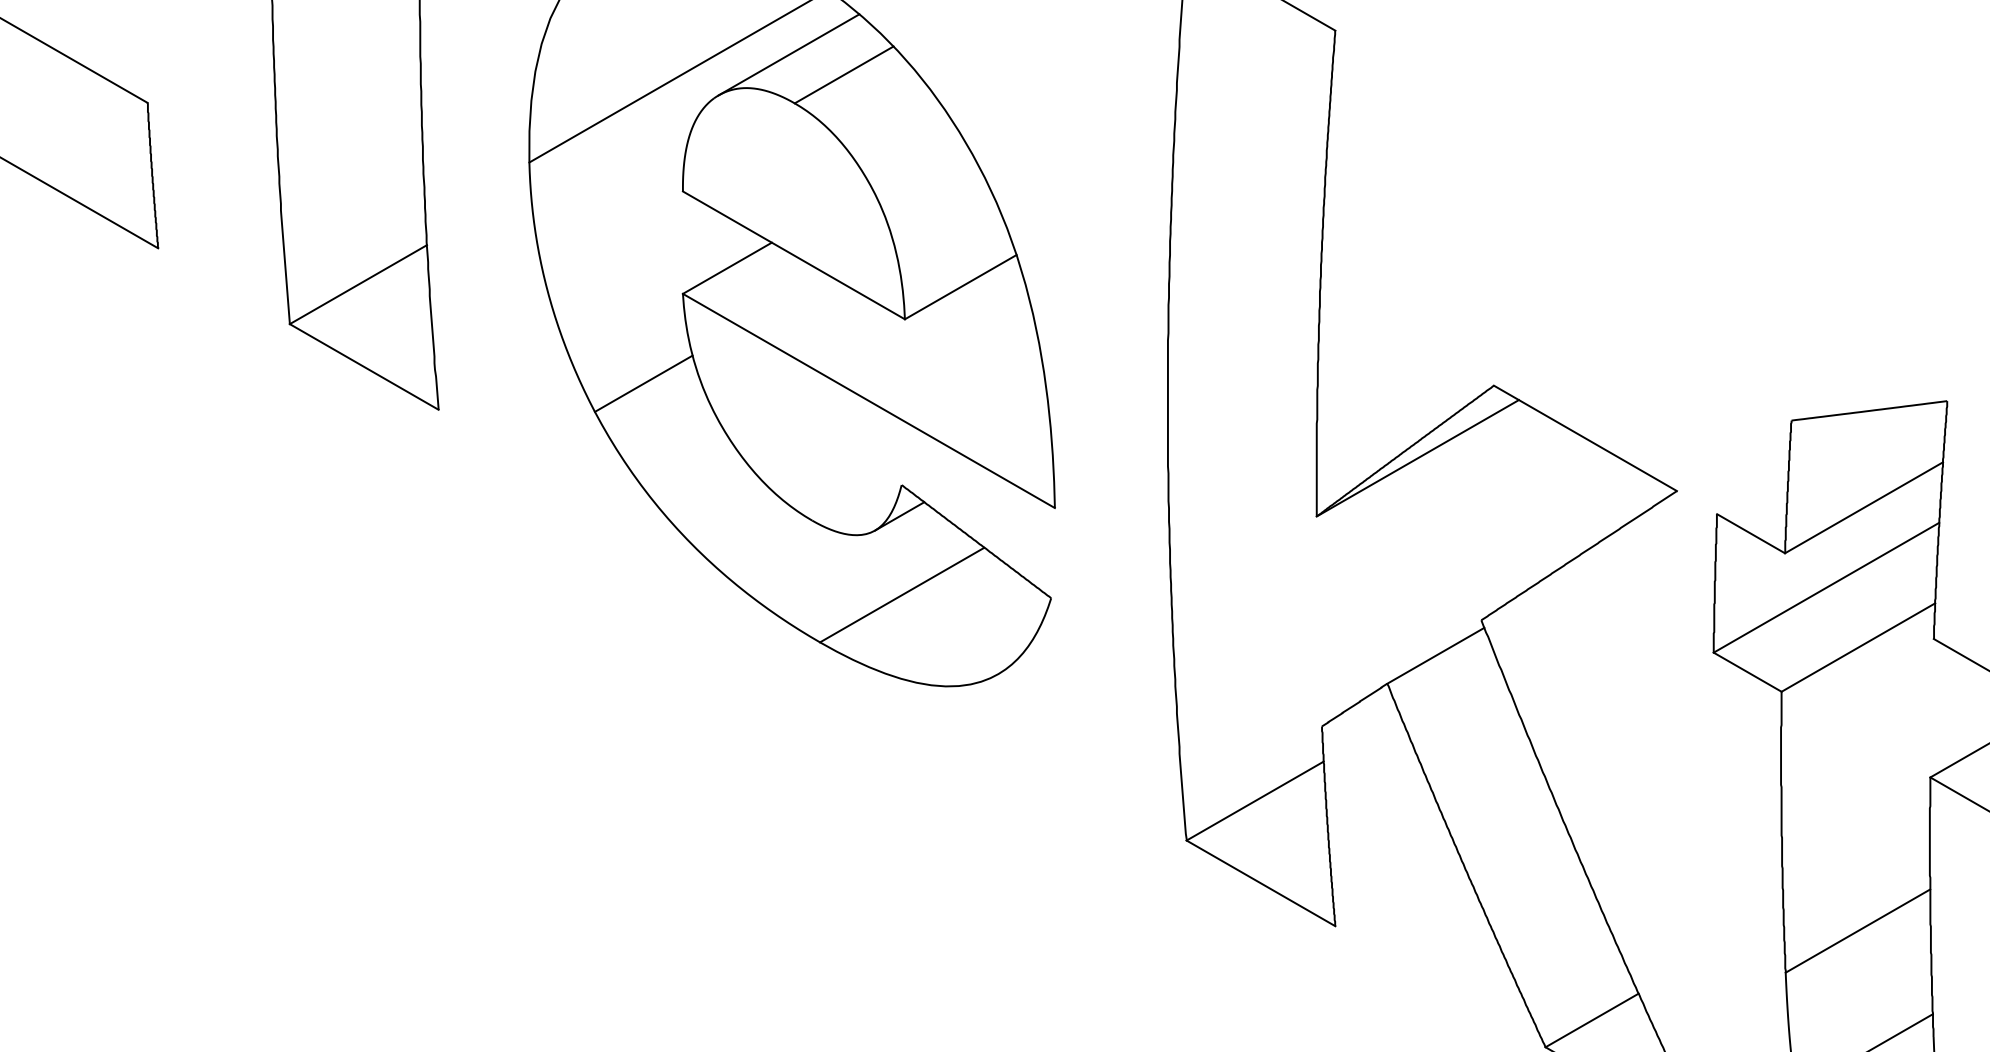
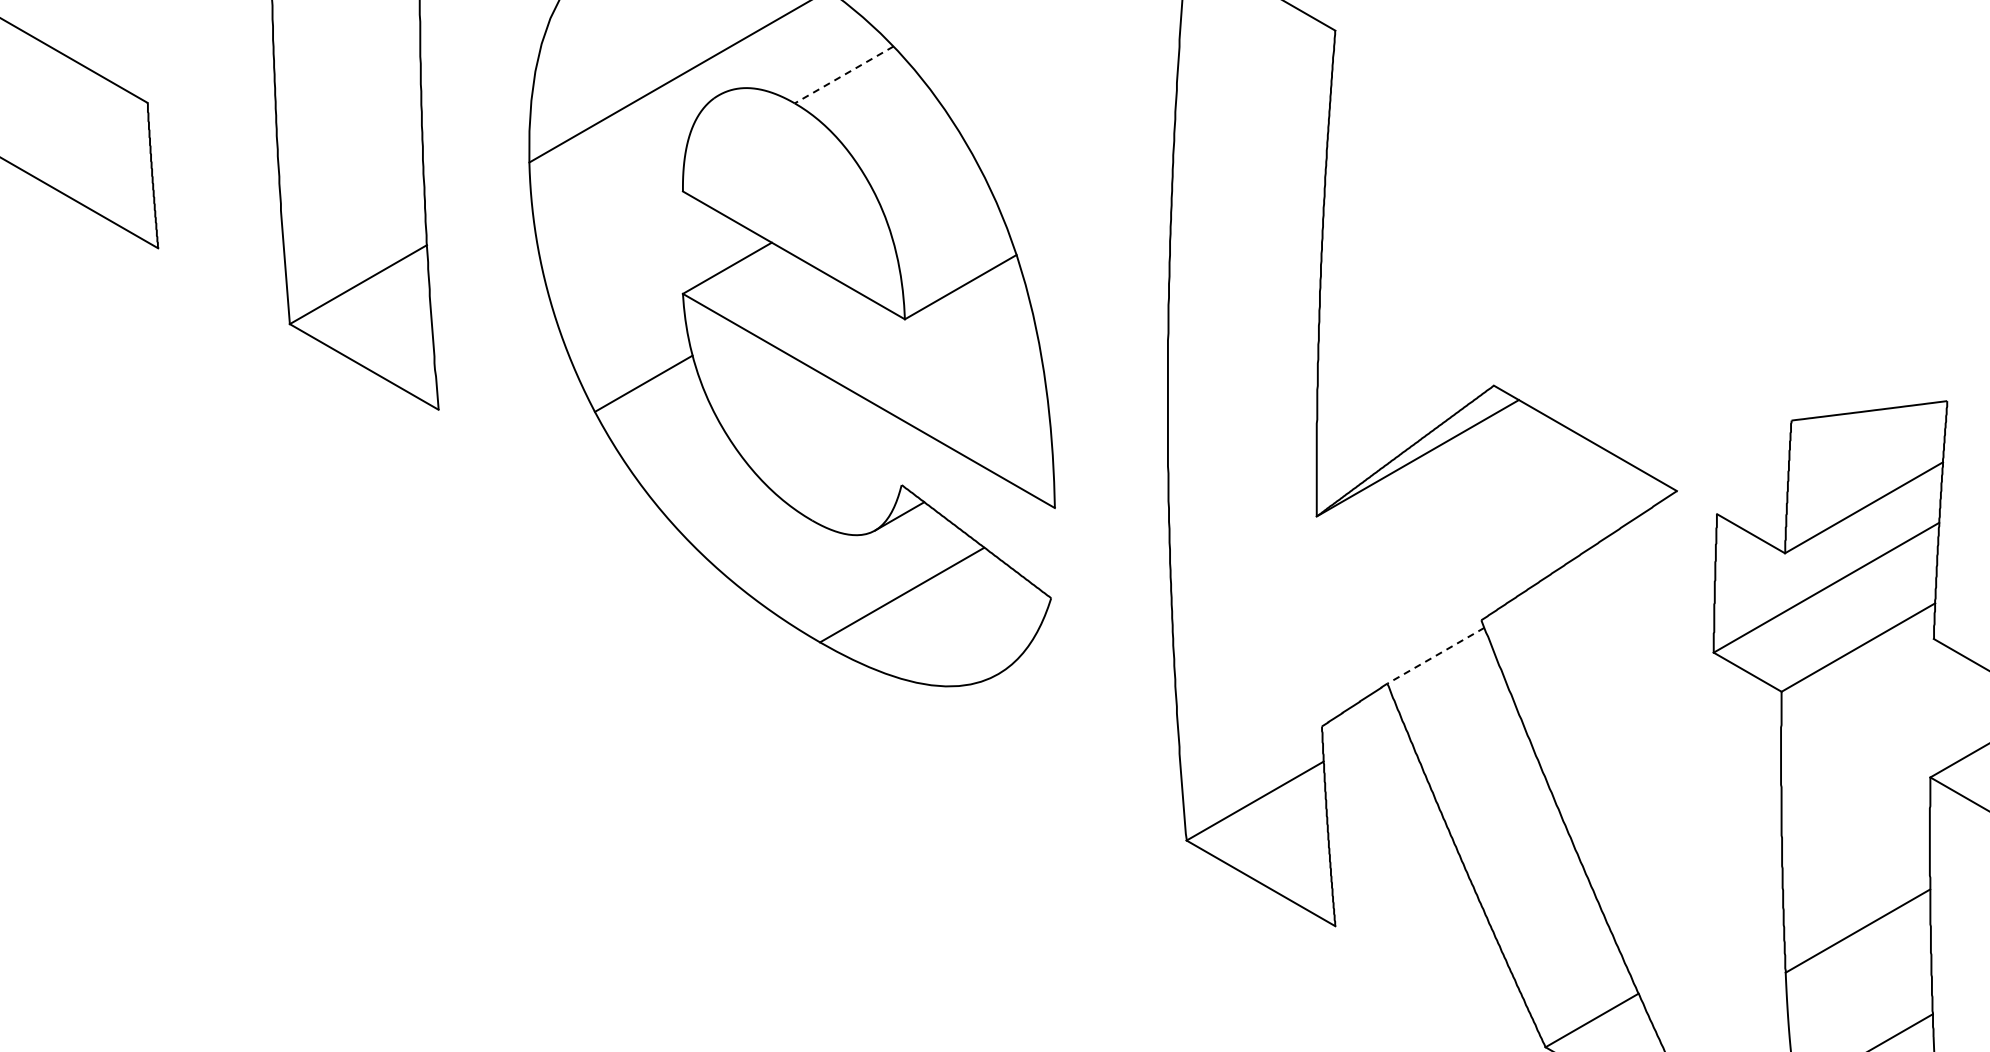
line at (788, 54): present -> none
line at (843, 75): solid -> dashed
line at (1435, 656): solid -> dashed
